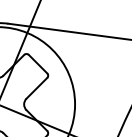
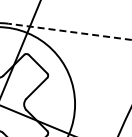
line at (69, 31): solid -> dashed
